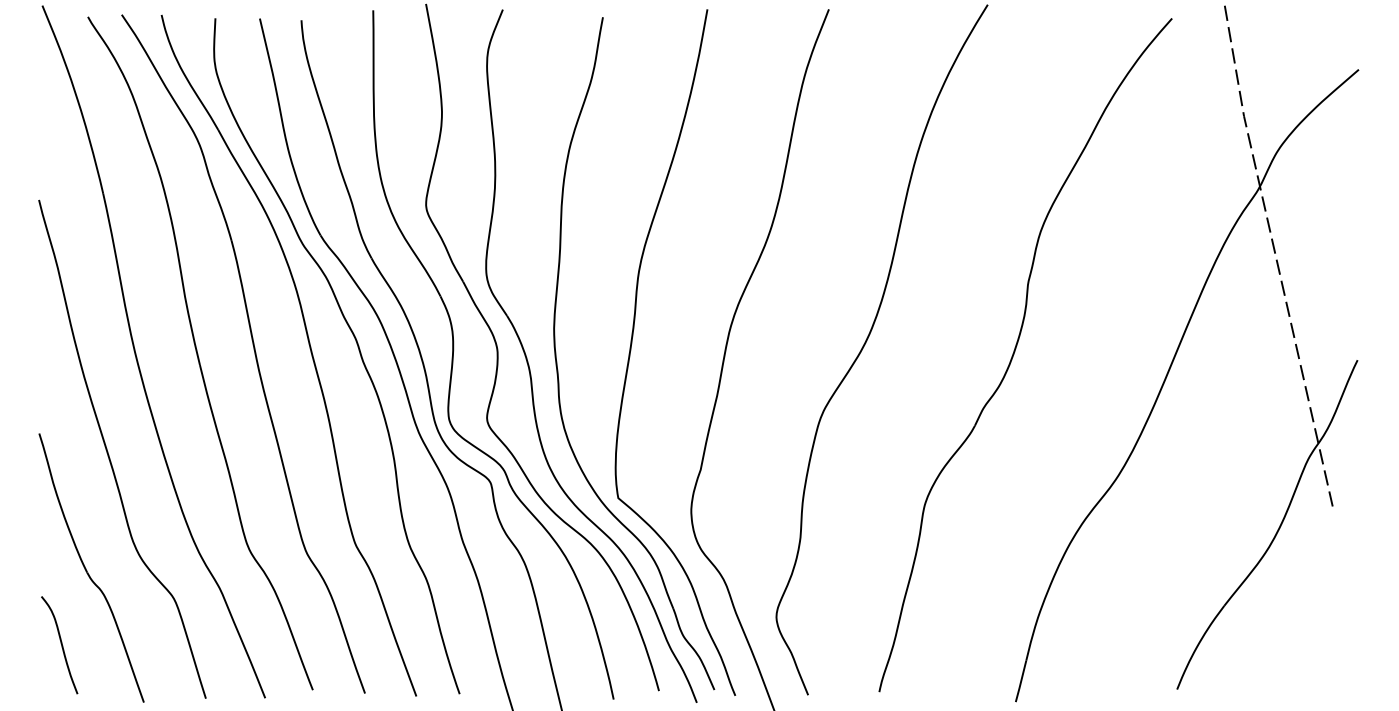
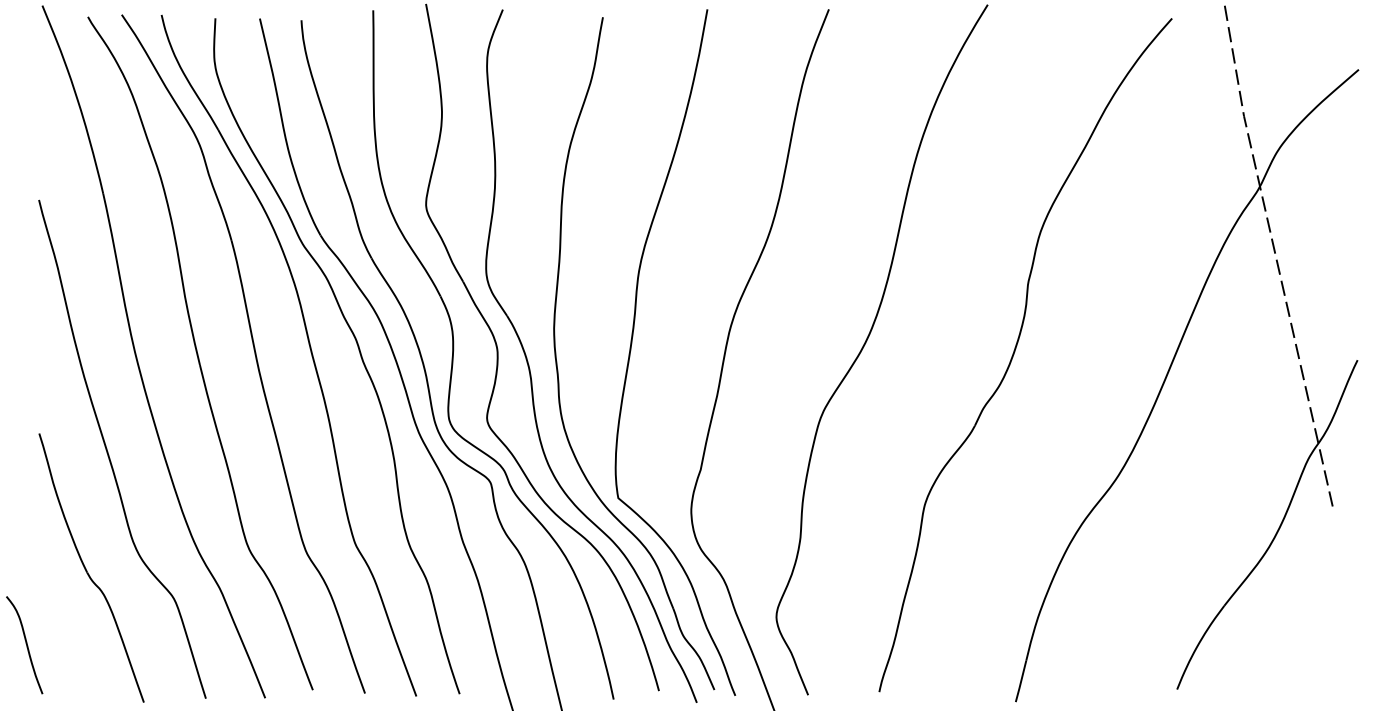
curve at (61, 645) position: (61, 645) -> (26, 645)
